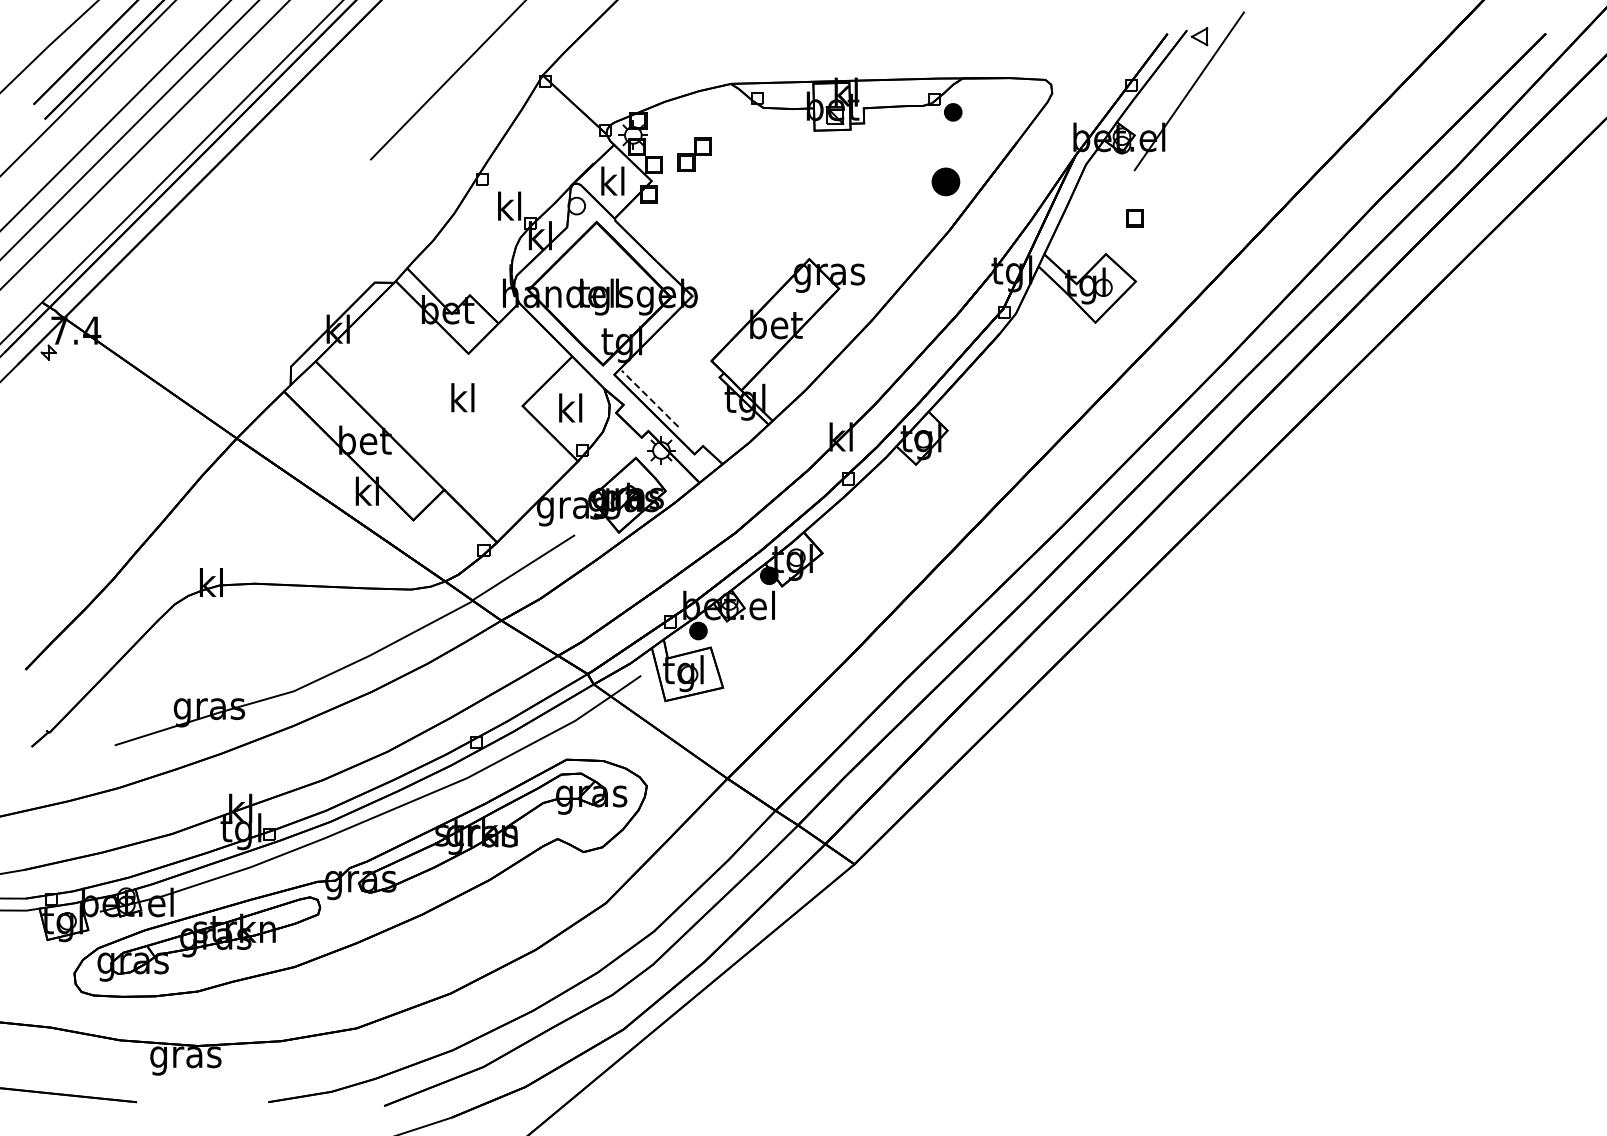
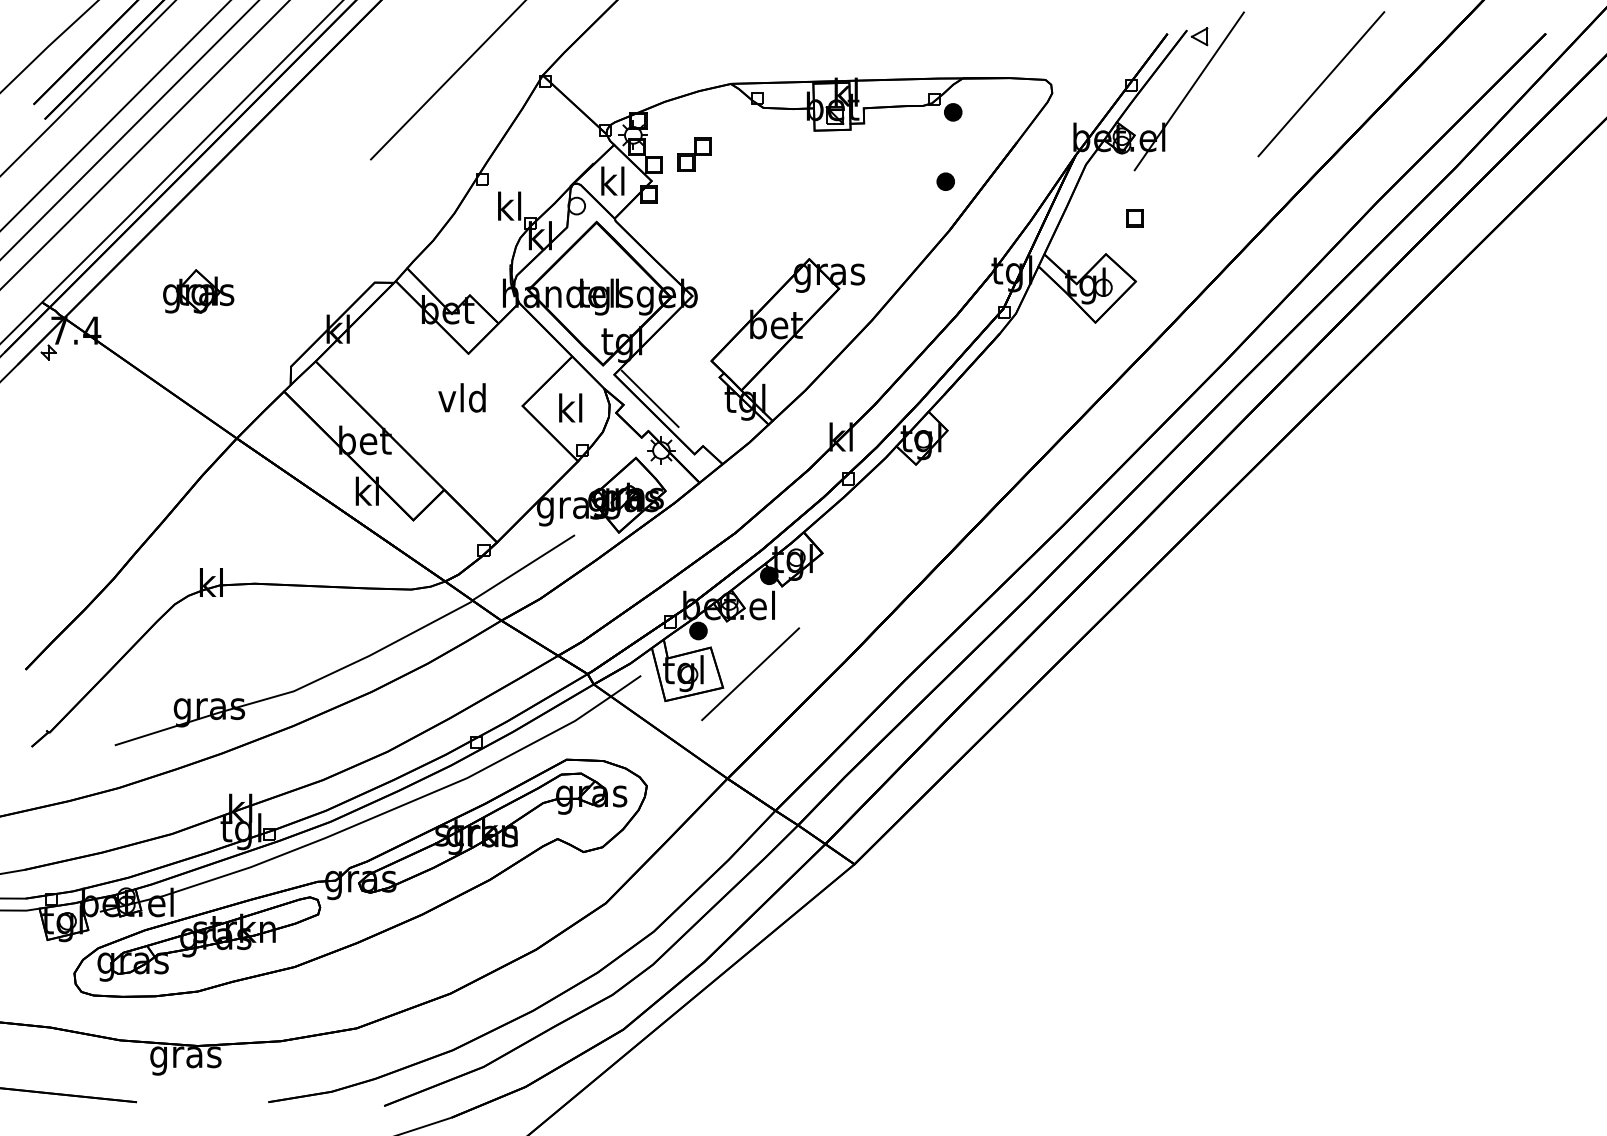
line at (1321, 84): none -> present
part at (945, 181) size: 30x30 px -> 19x19 px
part at (198, 291): none -> present
text at (461, 397): kl -> vld
line at (650, 398): dashed -> solid
line at (750, 674): none -> present
